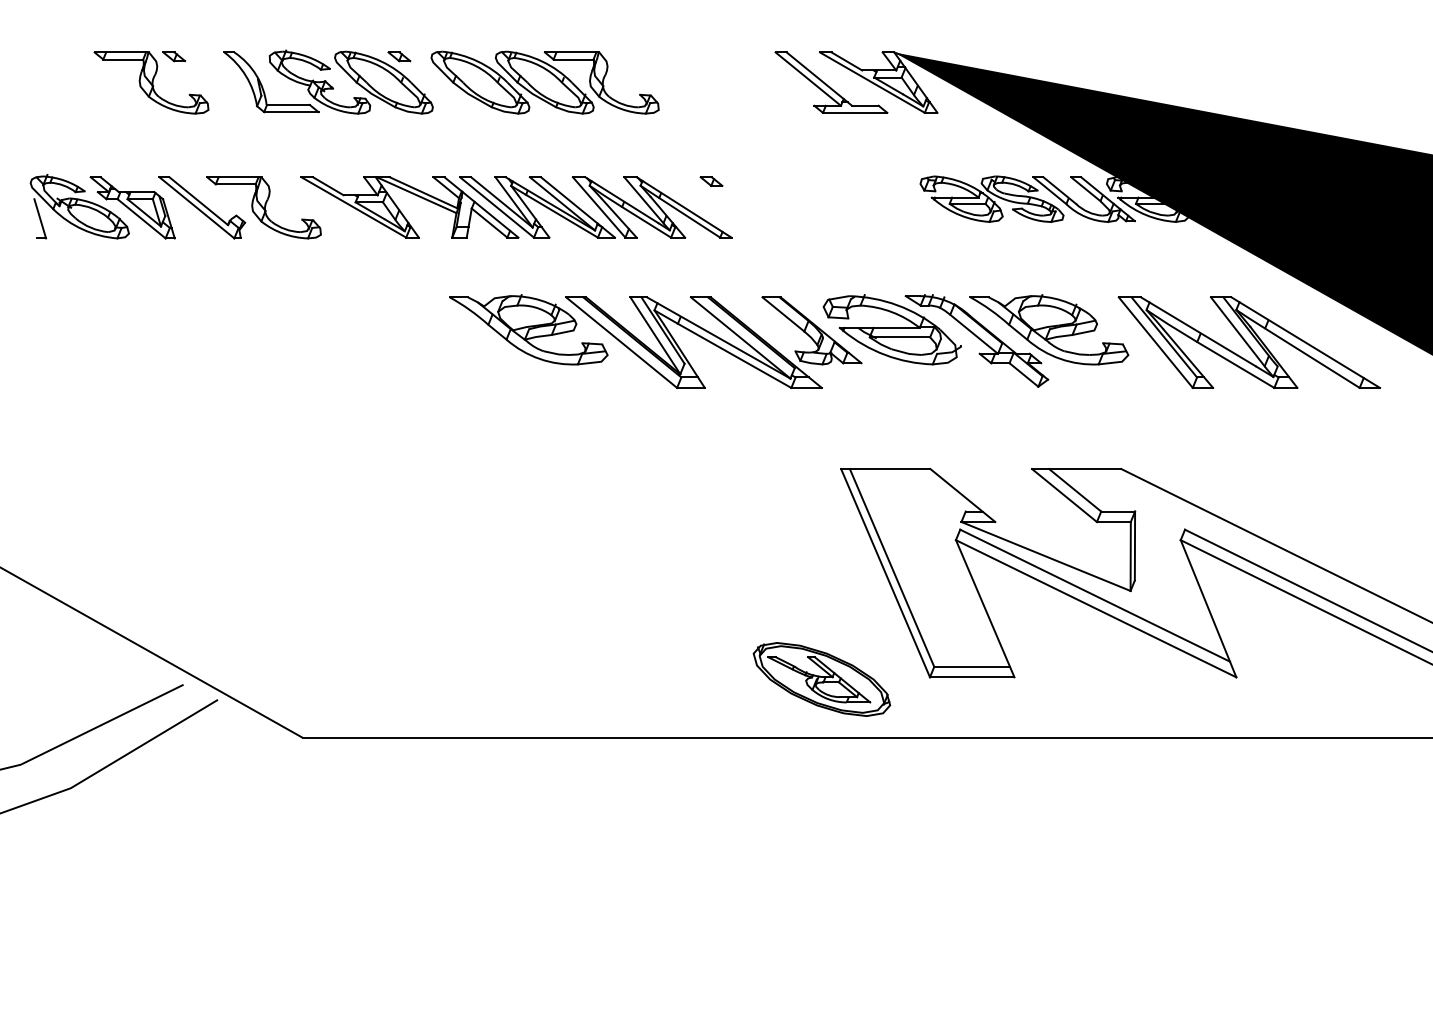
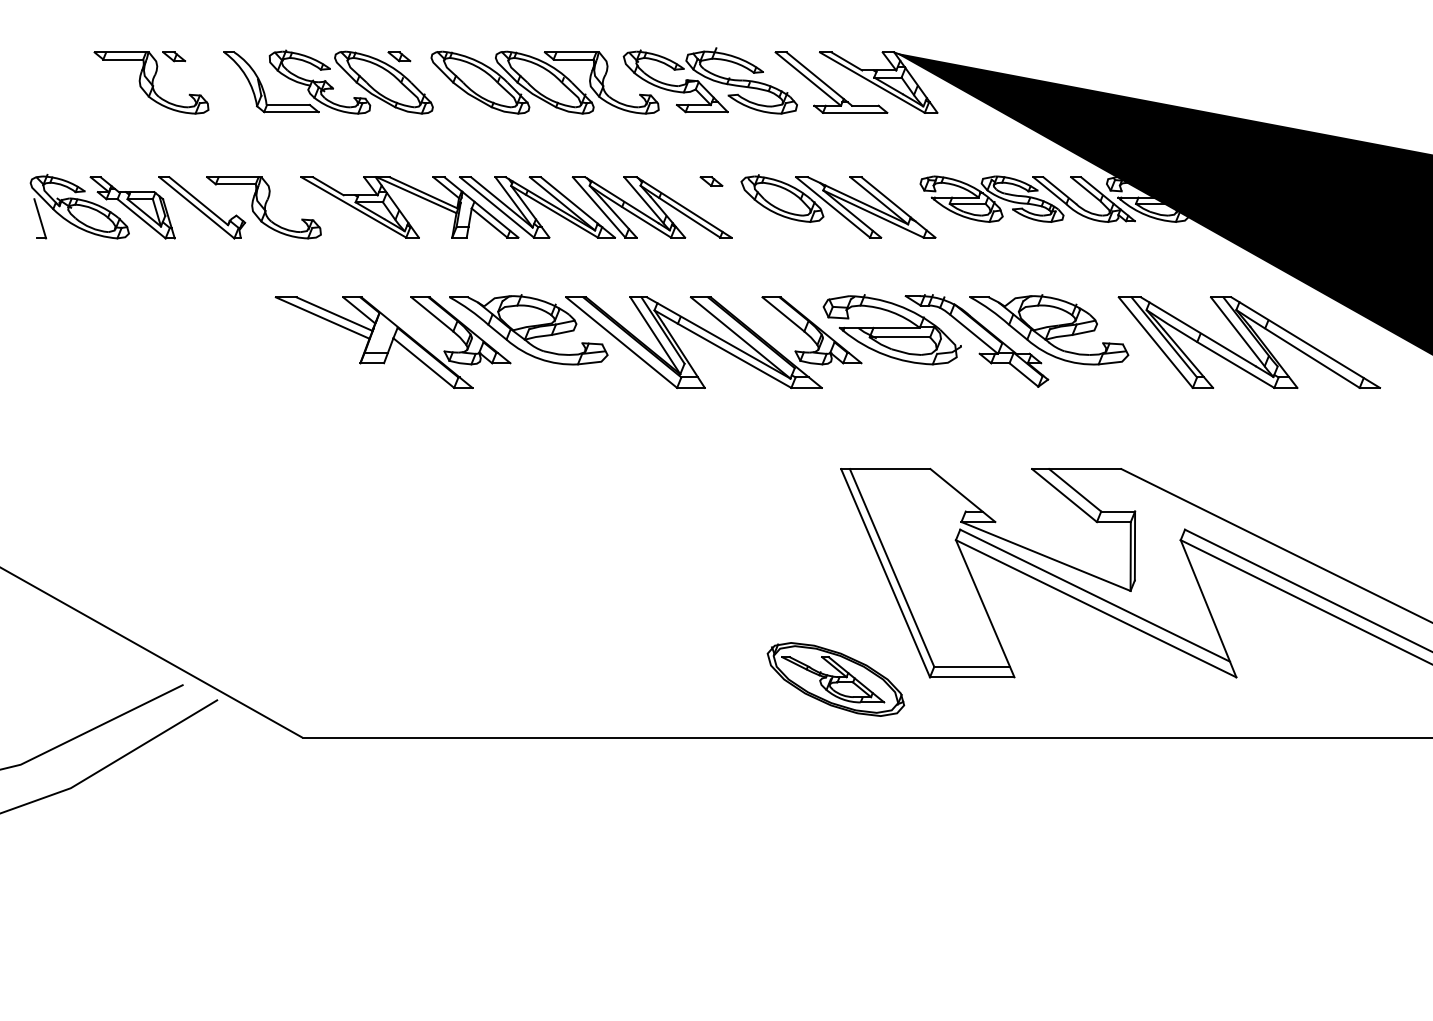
part at (709, 80): none -> present
part at (838, 206): none -> present
part at (392, 342): none -> present
part at (821, 679) position: (821, 679) -> (835, 679)
